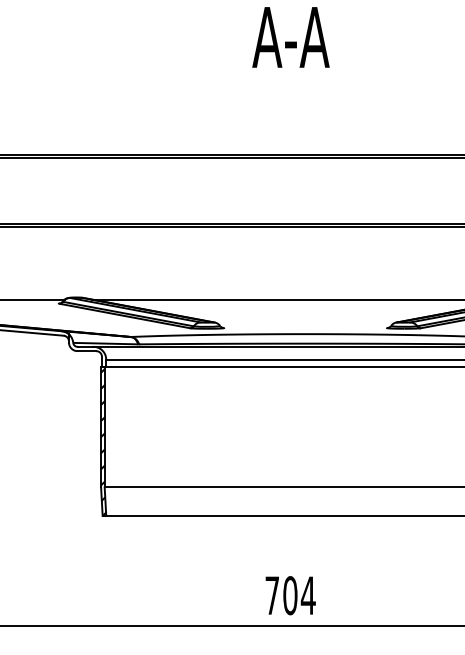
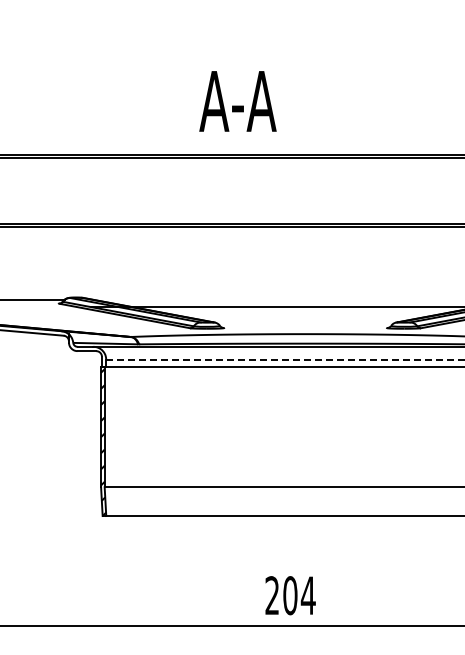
text at (290, 37) position: (290, 37) -> (237, 101)
line at (276, 299) position: (276, 299) -> (276, 306)
line at (286, 359): solid -> dashed
text at (271, 595): 704 -> 204
